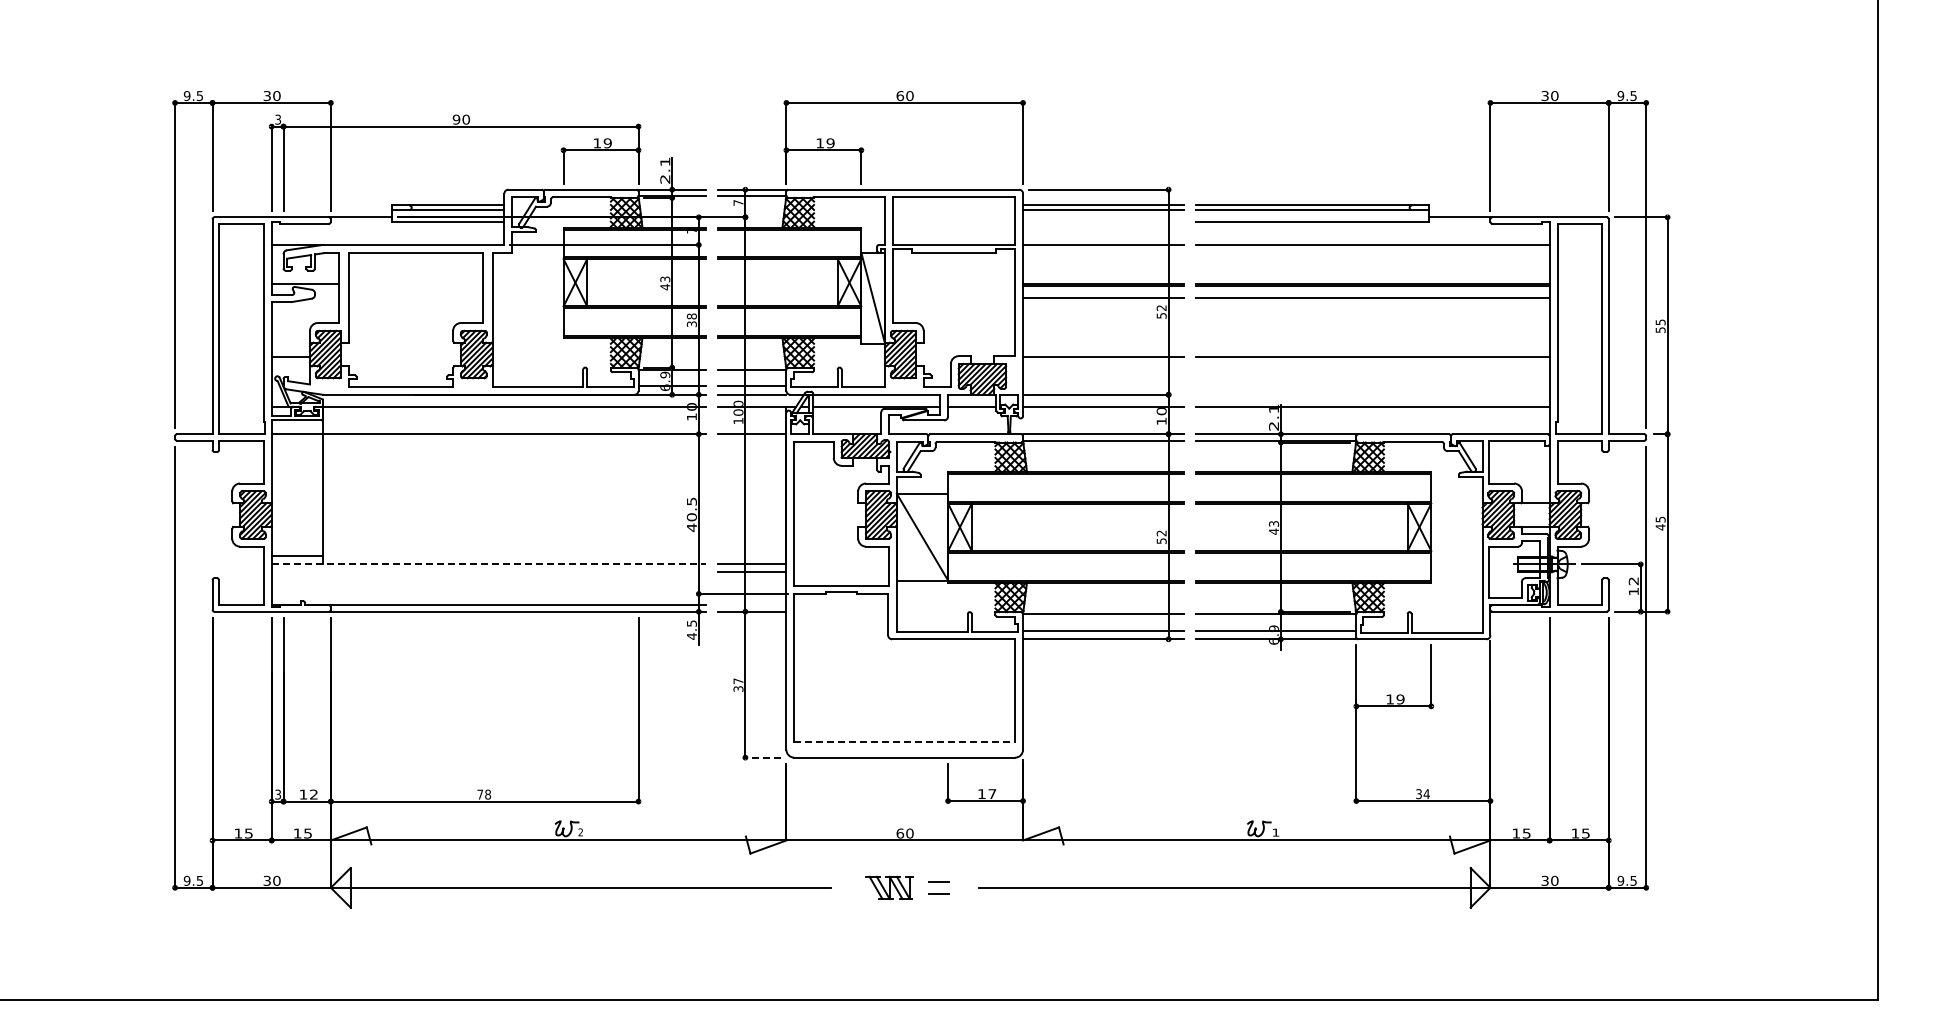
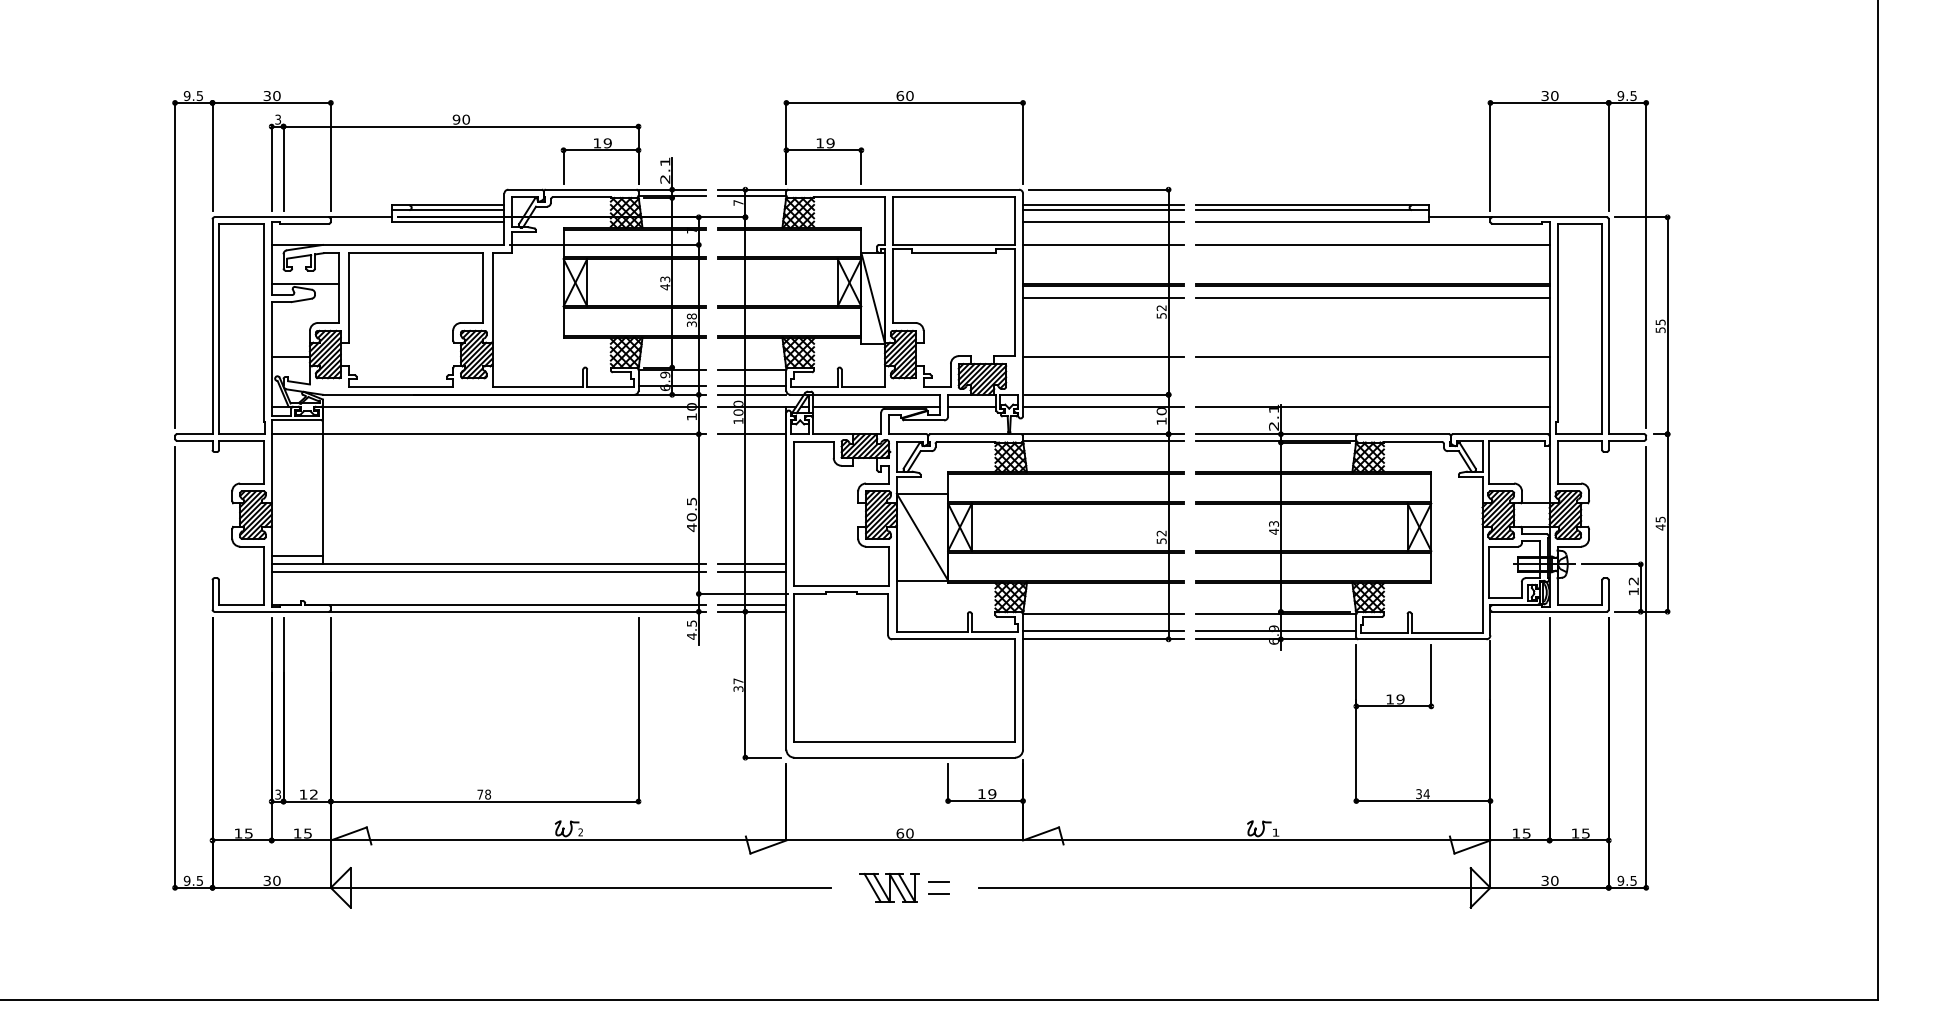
line at (1103, 221): none -> present
line at (489, 563): dashed -> solid
line at (488, 571): none -> present
line at (751, 604): none -> present
line at (904, 741): dashed -> solid
line at (762, 757): dashed -> solid
text at (992, 794): 17 -> 19
part at (889, 887) size: 49x25 px -> 61x30 px
